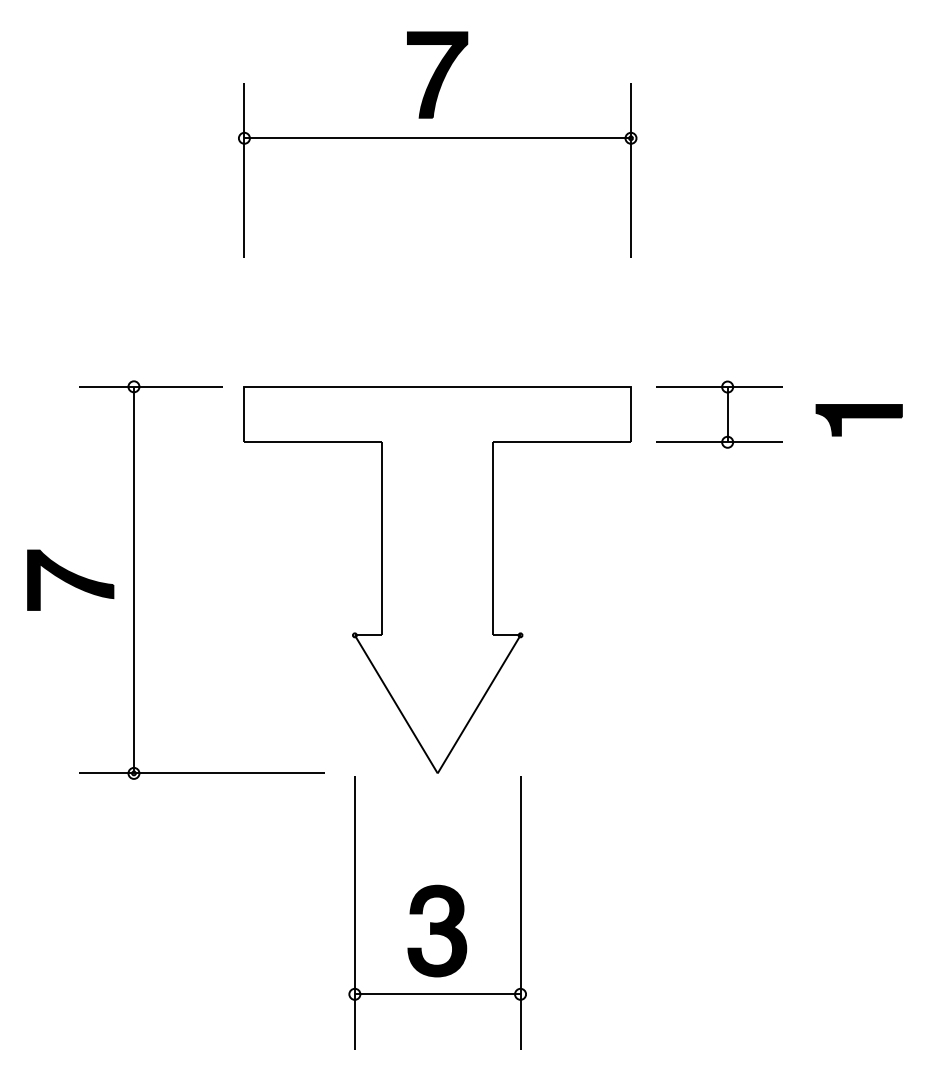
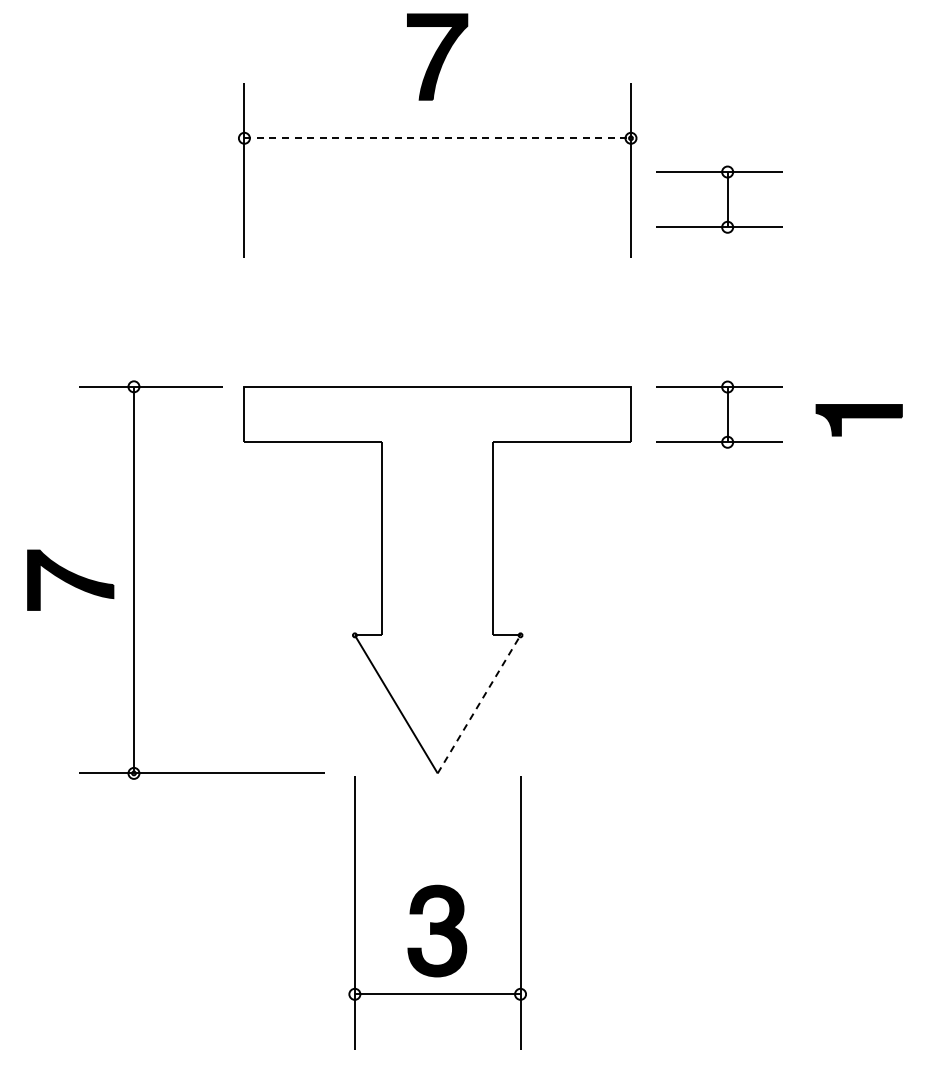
part at (437, 74) position: (437, 74) -> (437, 56)
line at (438, 138): solid -> dashed
part at (727, 199): none -> present
line at (479, 704): solid -> dashed
